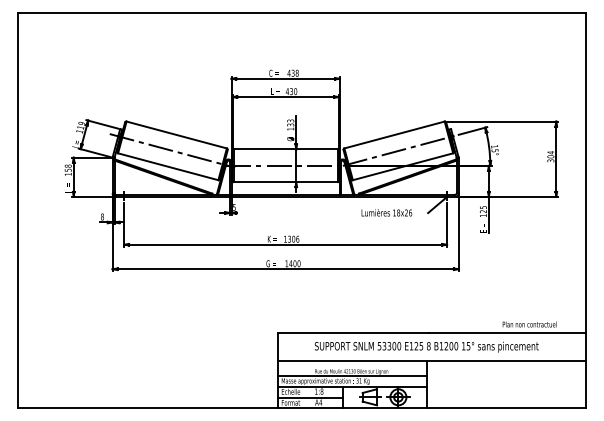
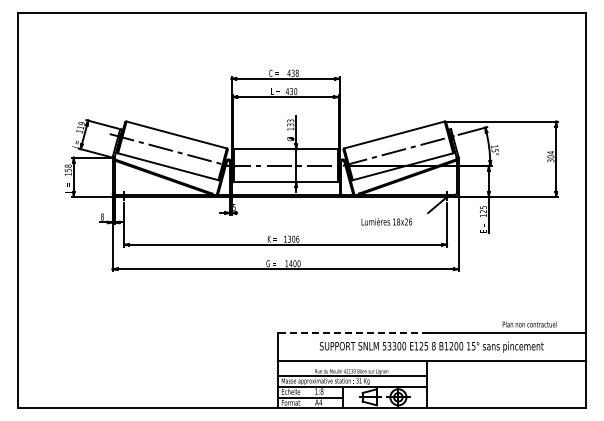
text at (386, 212) position: (386, 212) -> (386, 221)
line at (352, 333): solid -> dashed
text at (426, 346) position: (426, 346) -> (431, 346)
